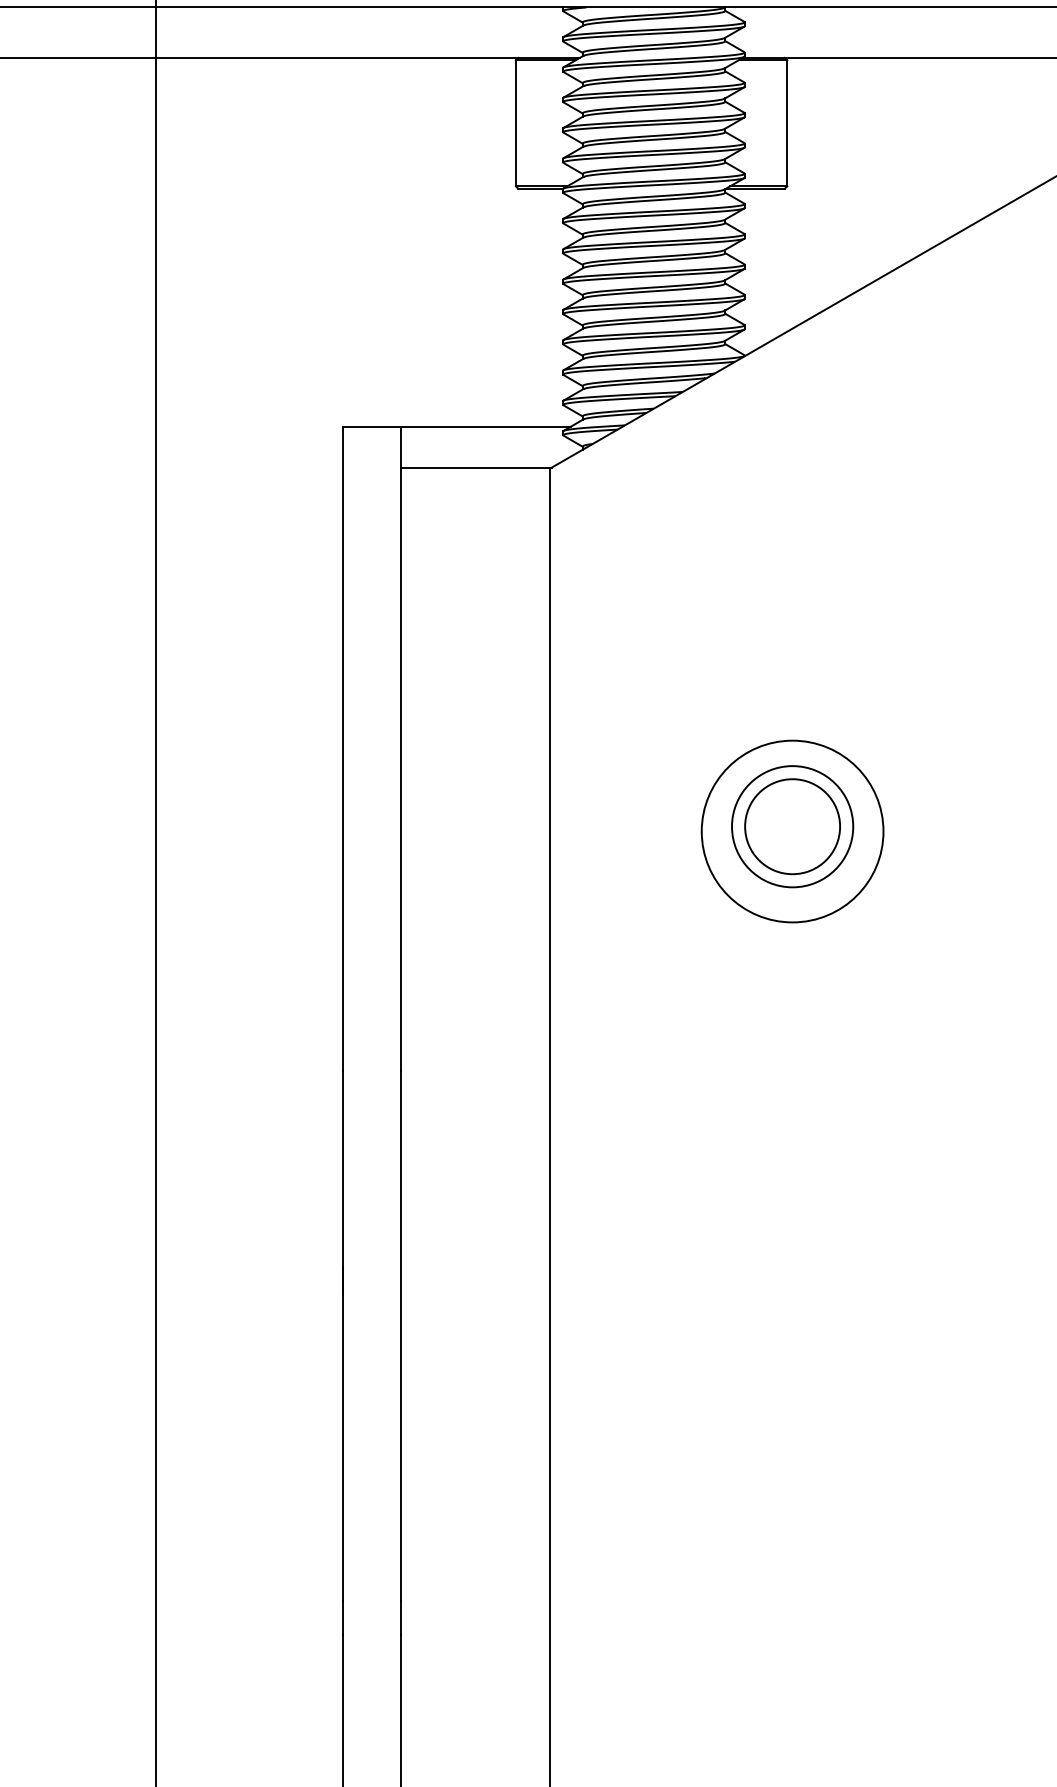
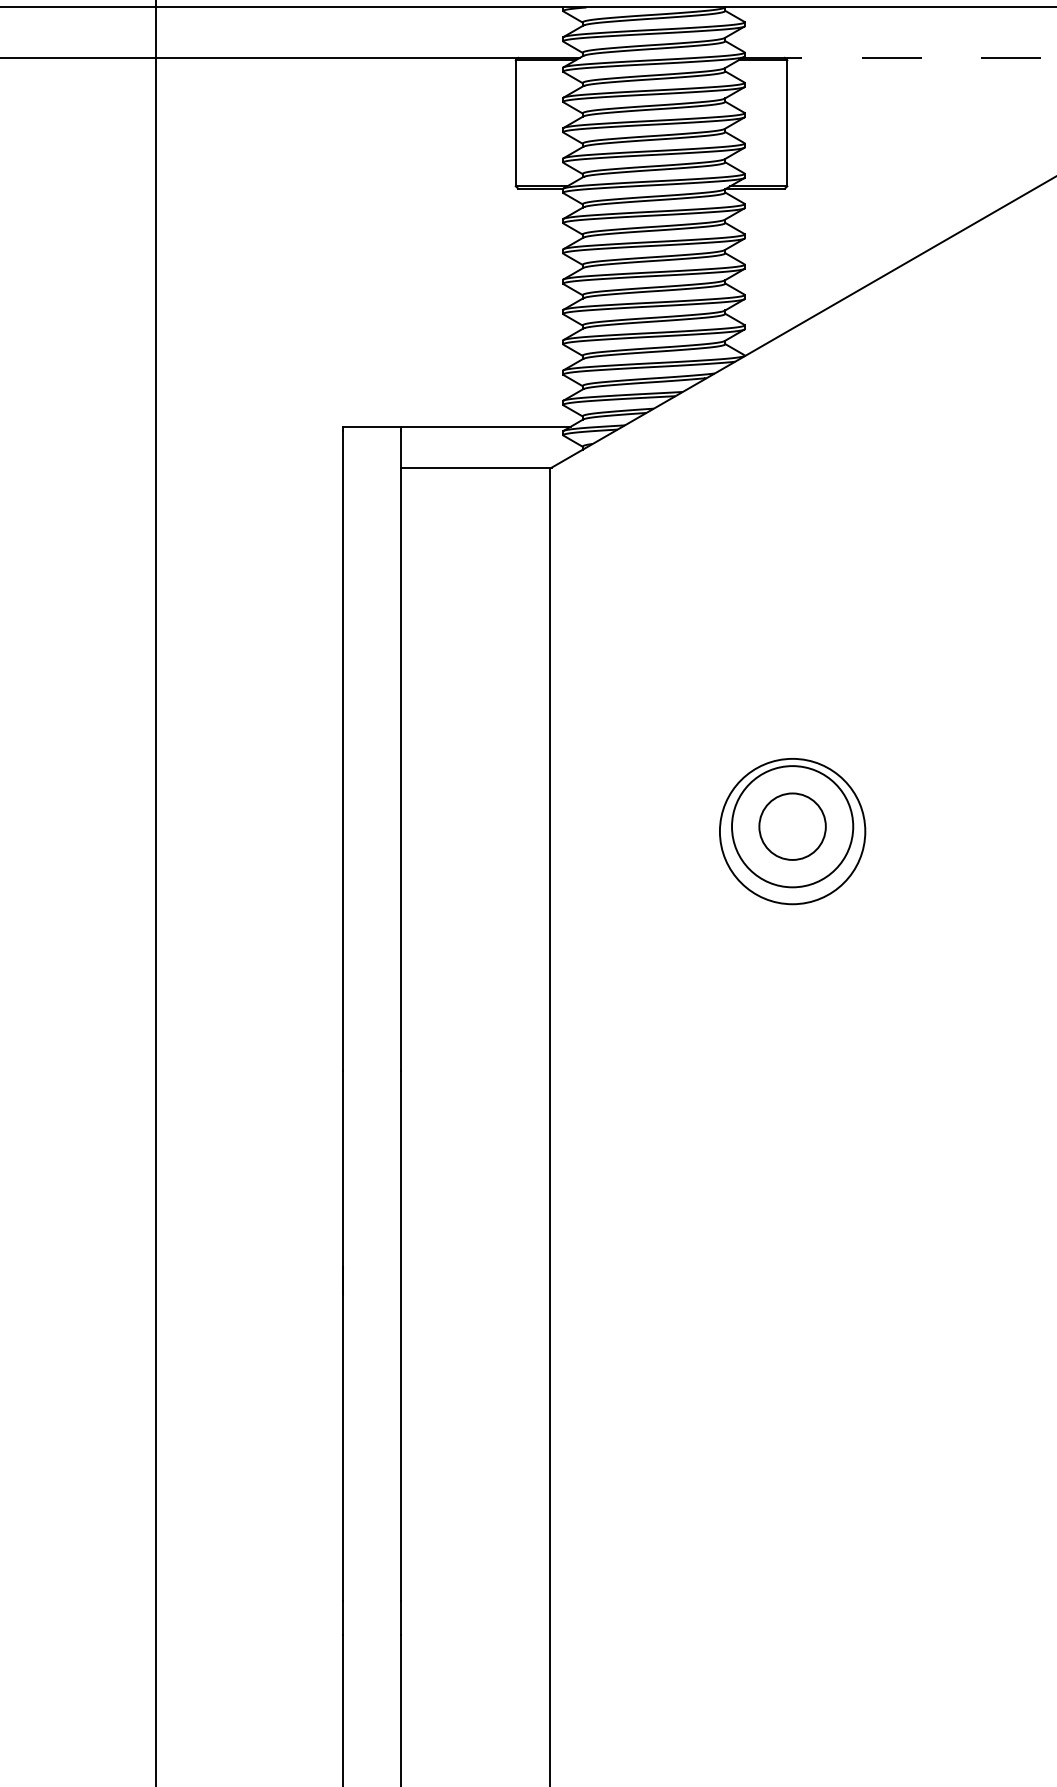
line at (899, 57): solid -> dashed
circle at (792, 826) diameter: 95 px -> 66 px
circle at (792, 831) diameter: 182 px -> 145 px
